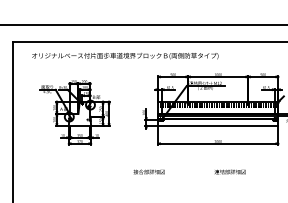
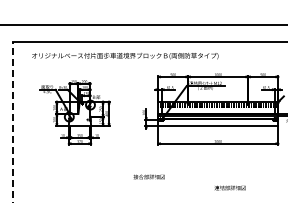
line at (13, 121): solid -> dashed
text at (148, 171) position: (148, 171) -> (148, 176)
text at (229, 171) position: (229, 171) -> (229, 187)
